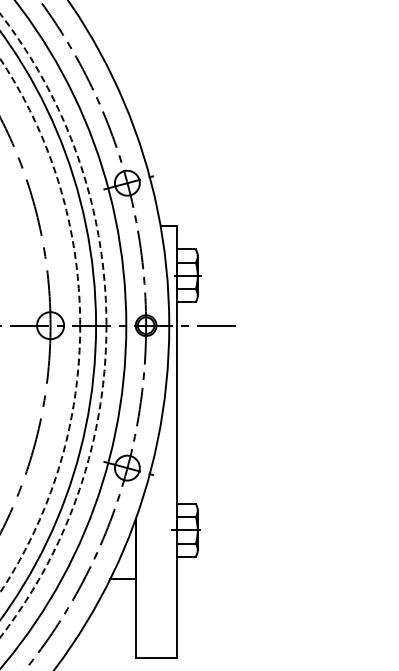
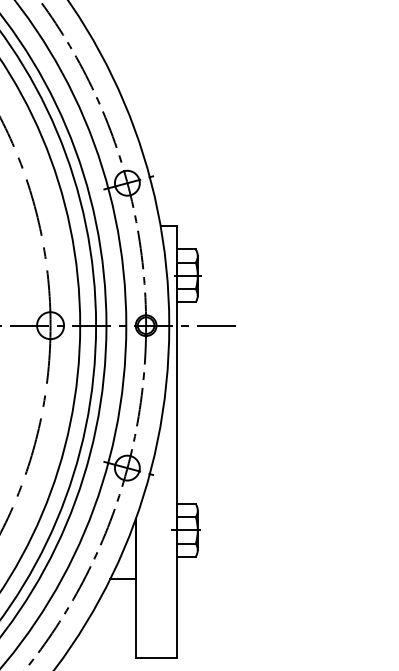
circle at (40, 325): dashed -> solid
circle at (53, 325): dashed -> solid
